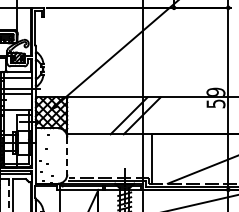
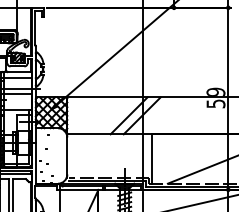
line at (67, 157): dashed -> solid
line at (8, 196): dashed -> solid
